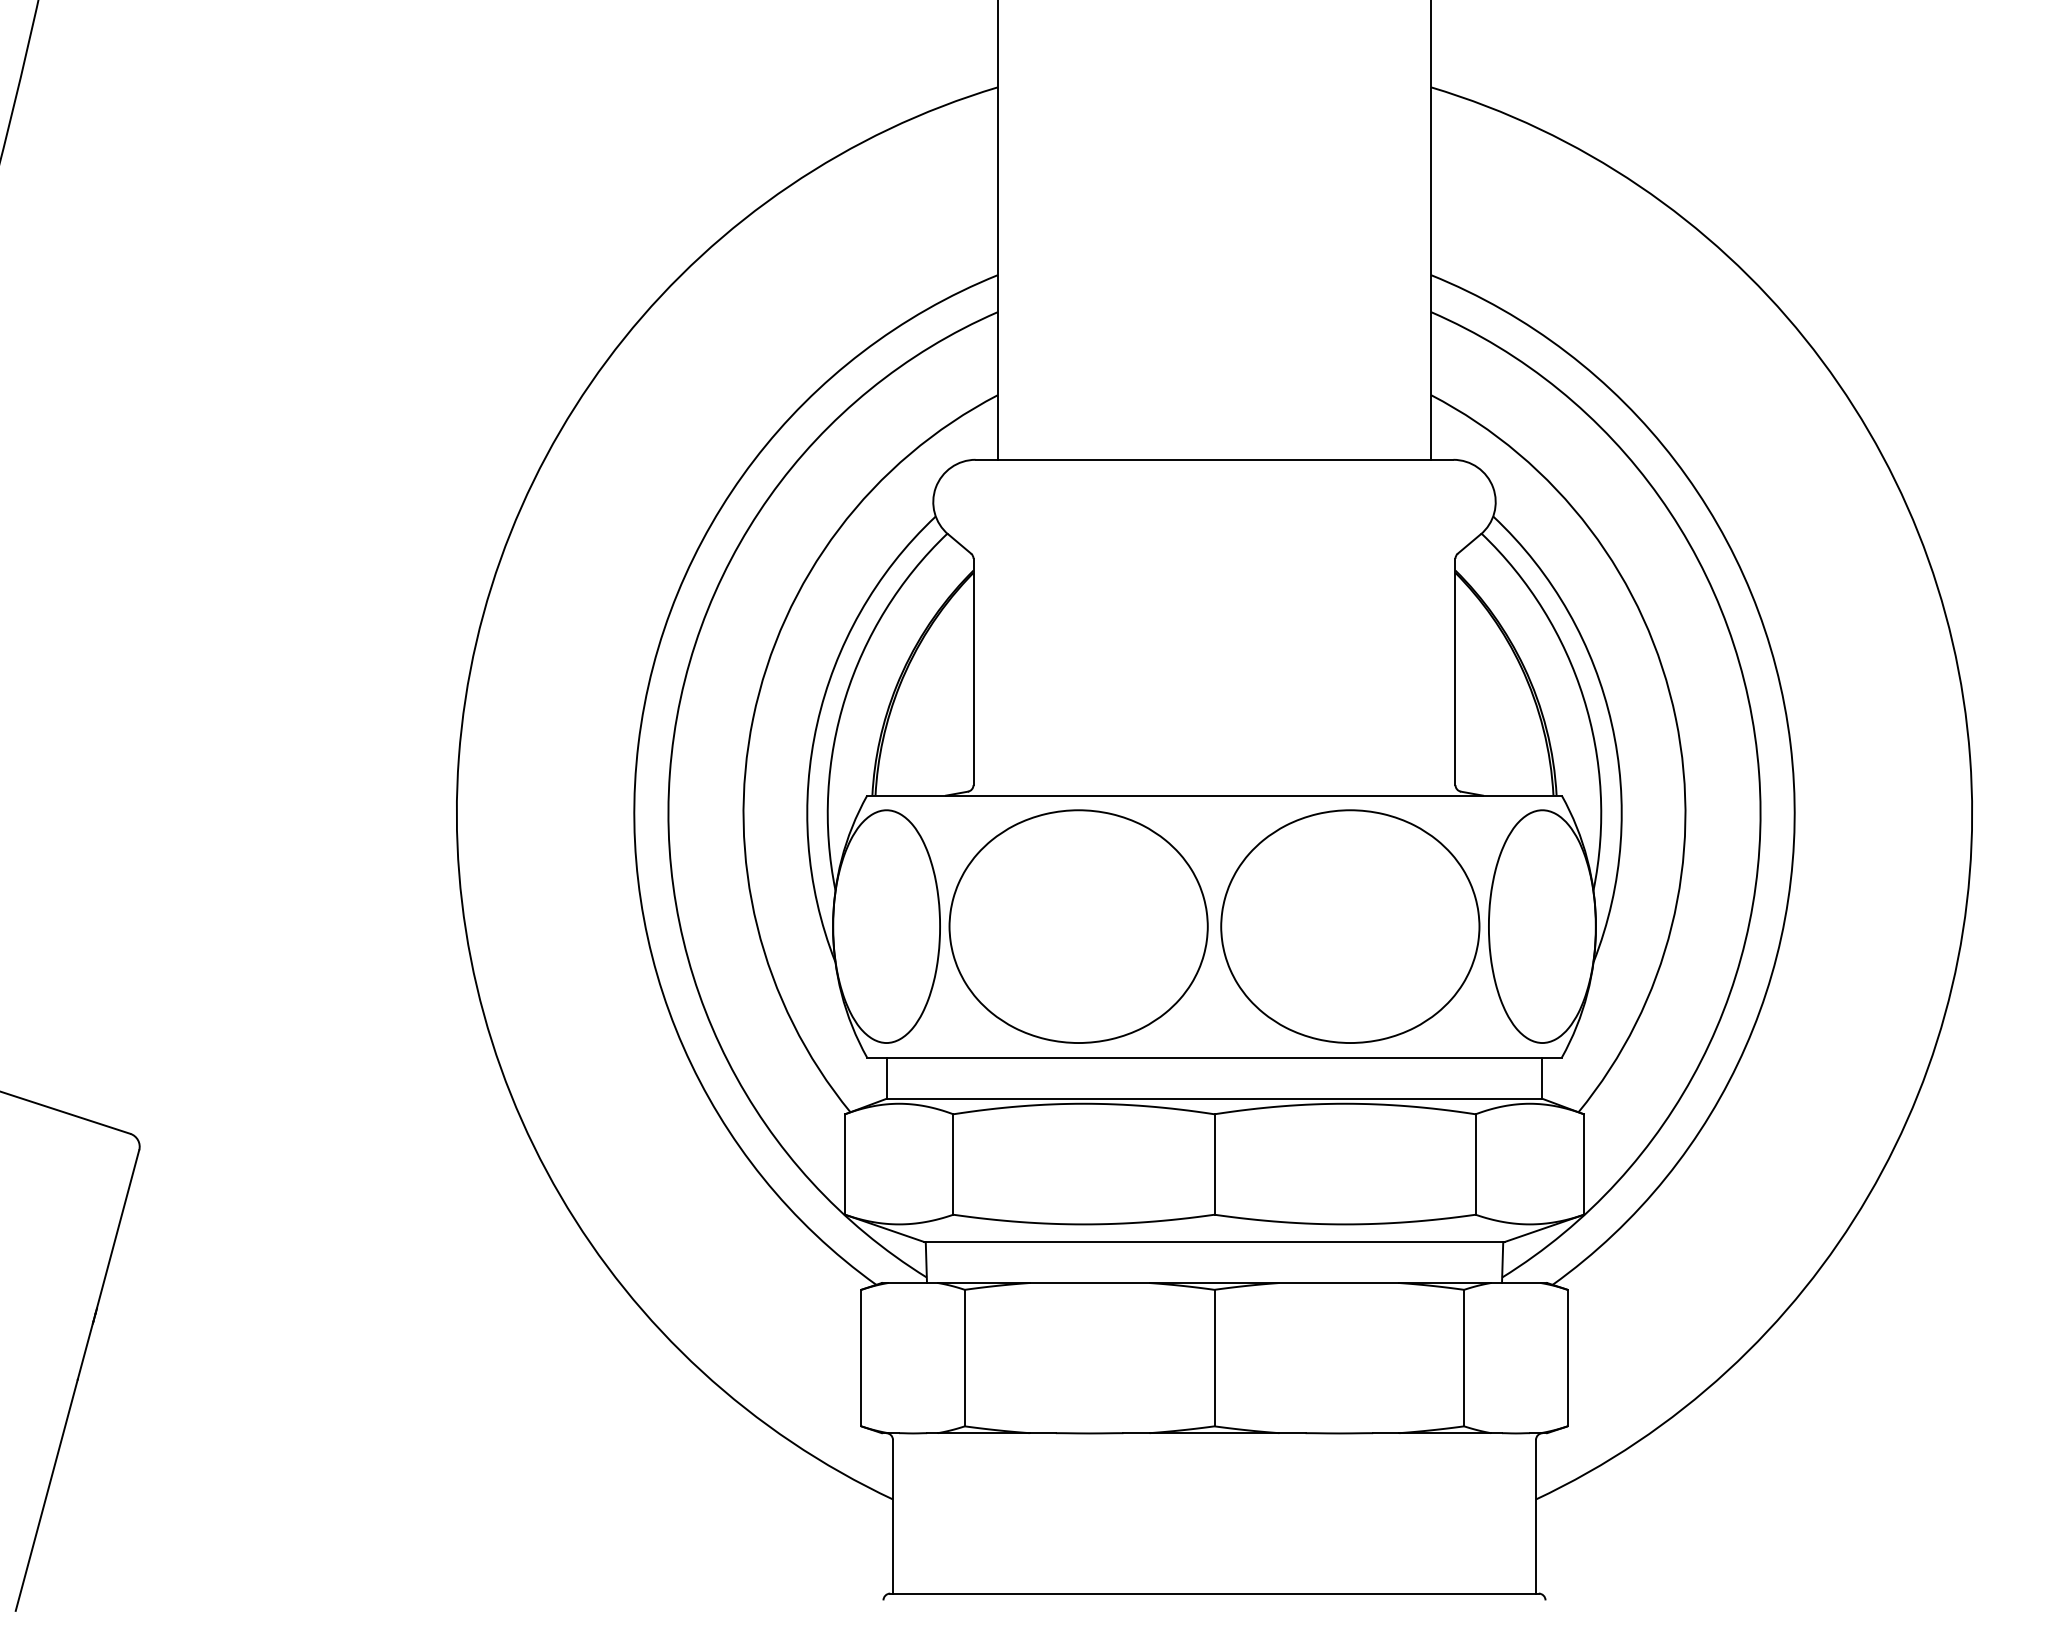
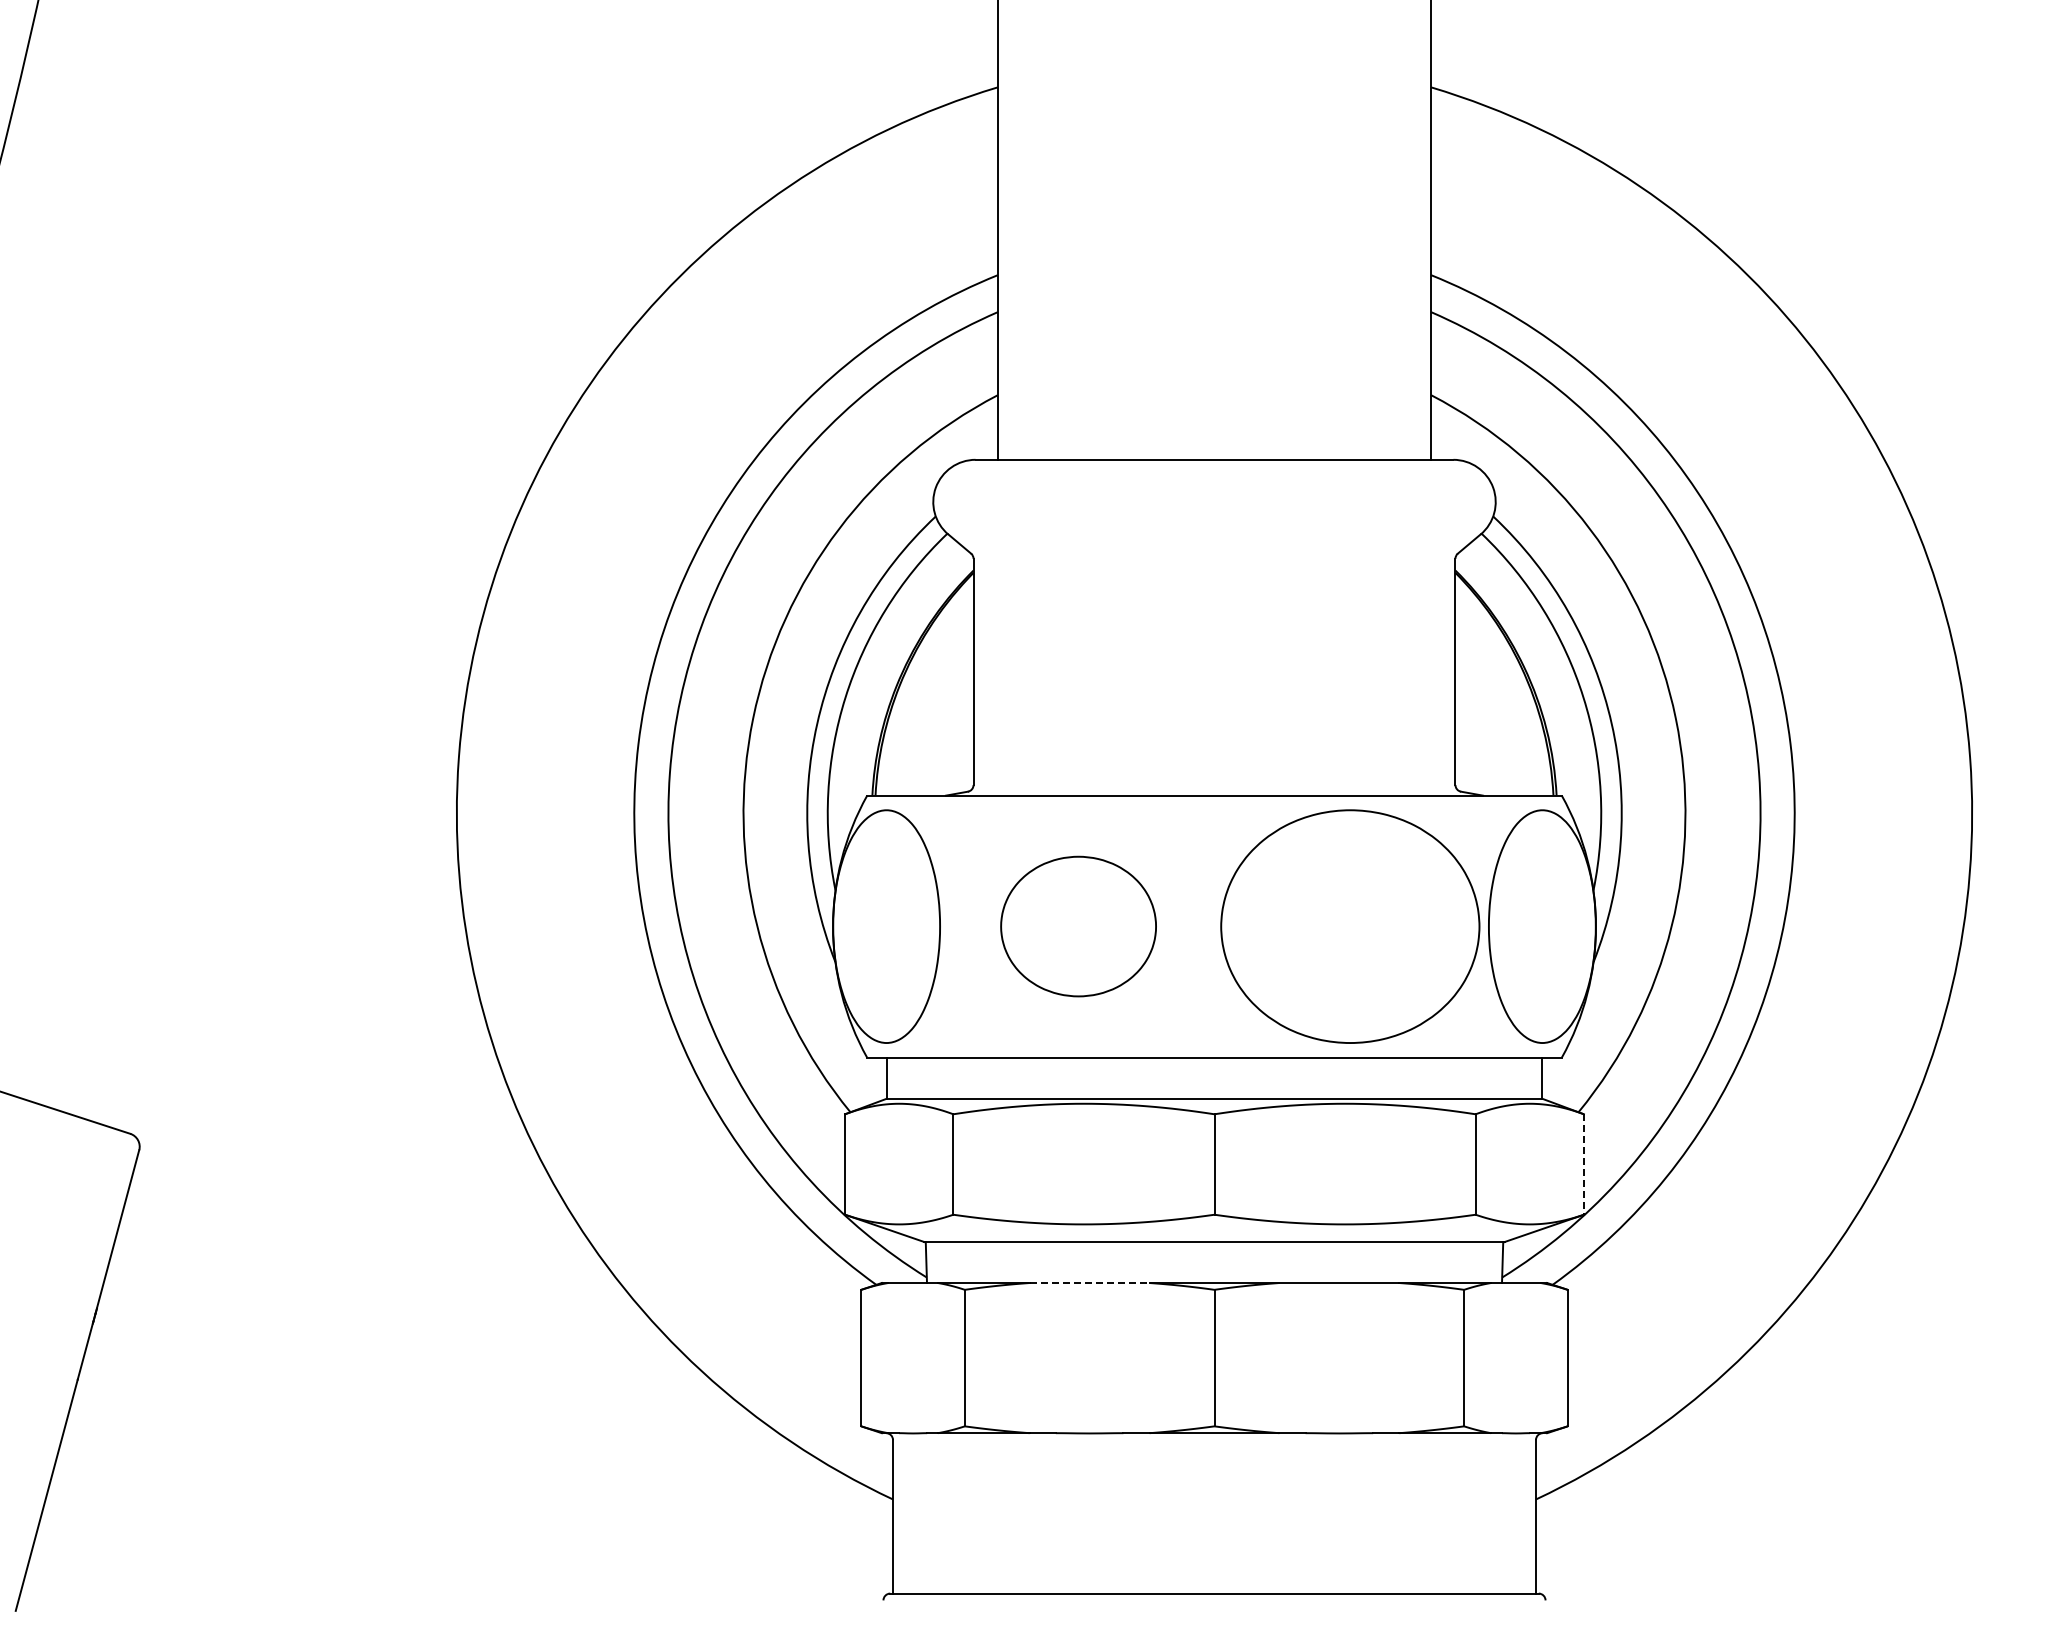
part at (1078, 926) size: 261x235 px -> 157x143 px
line at (1583, 1165): solid -> dashed
line at (1089, 1283): solid -> dashed
